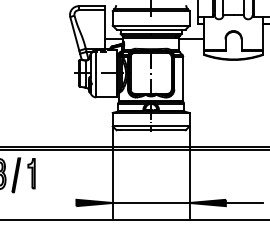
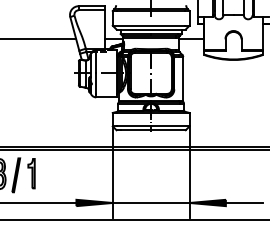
line at (39, 38): none -> present
line at (39, 202): none -> present
